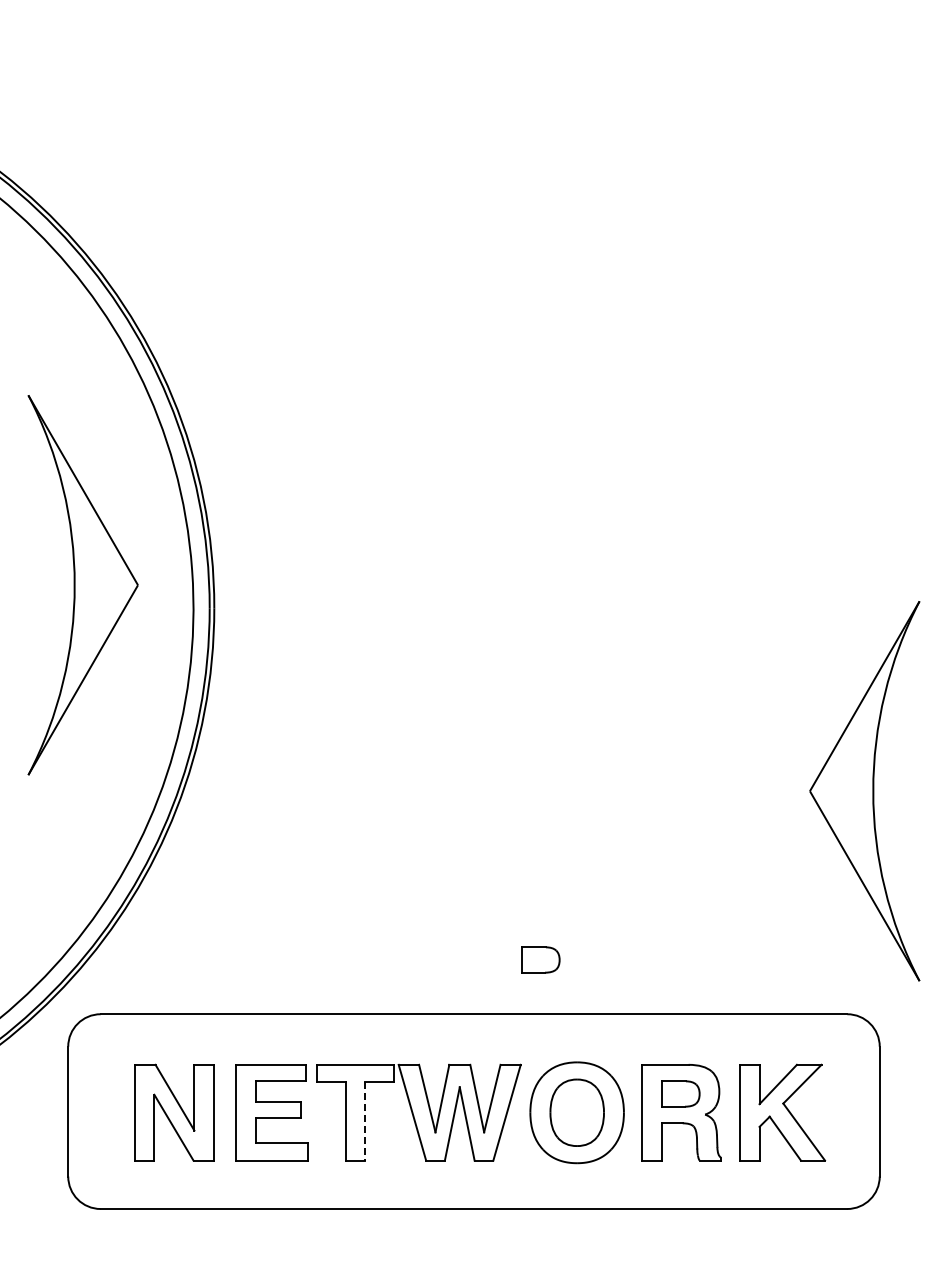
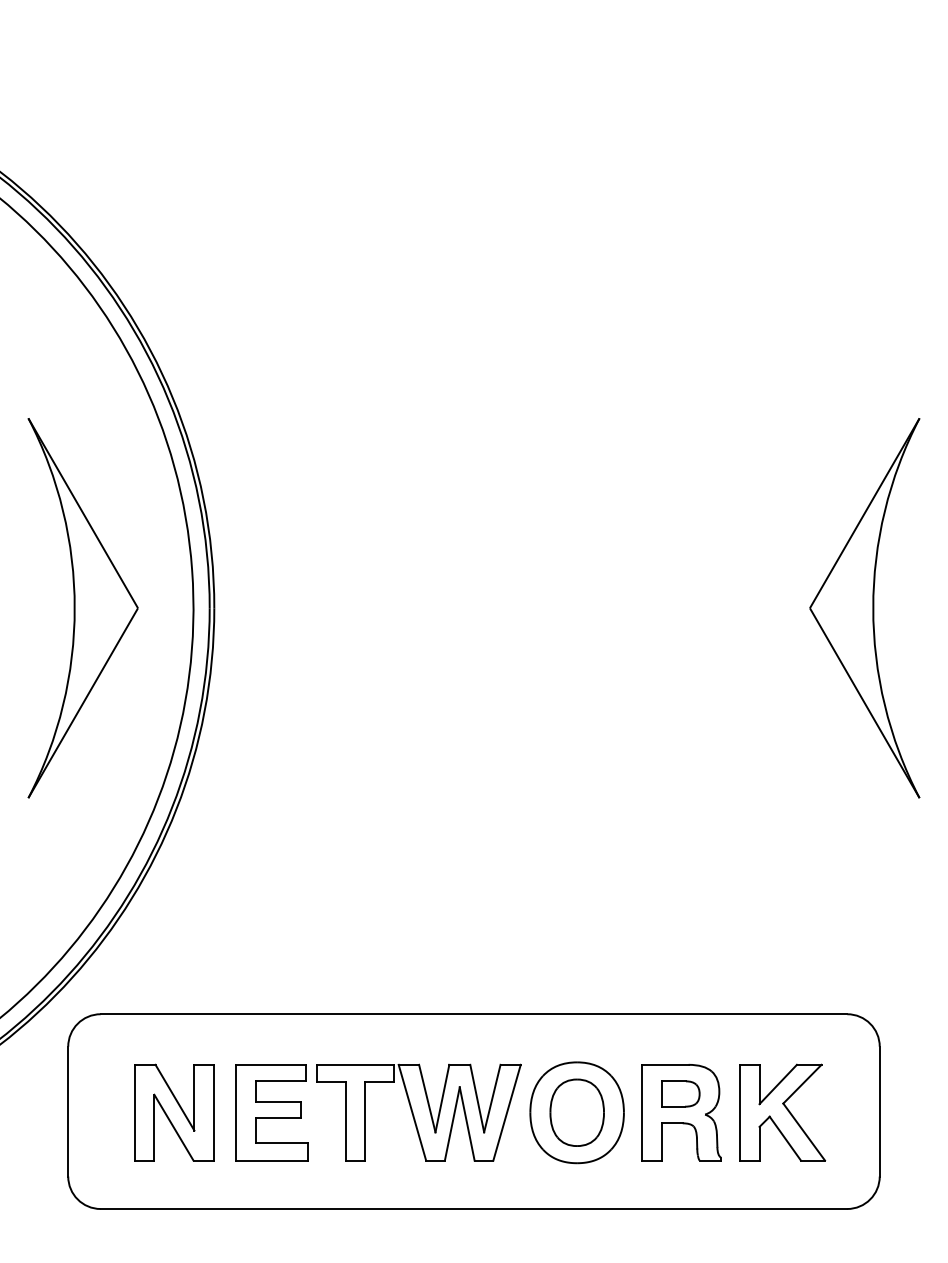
part at (82, 585) position: (82, 585) -> (82, 608)
part at (864, 791) position: (864, 791) -> (864, 608)
part at (540, 959): present -> none
line at (365, 1121): dashed -> solid
